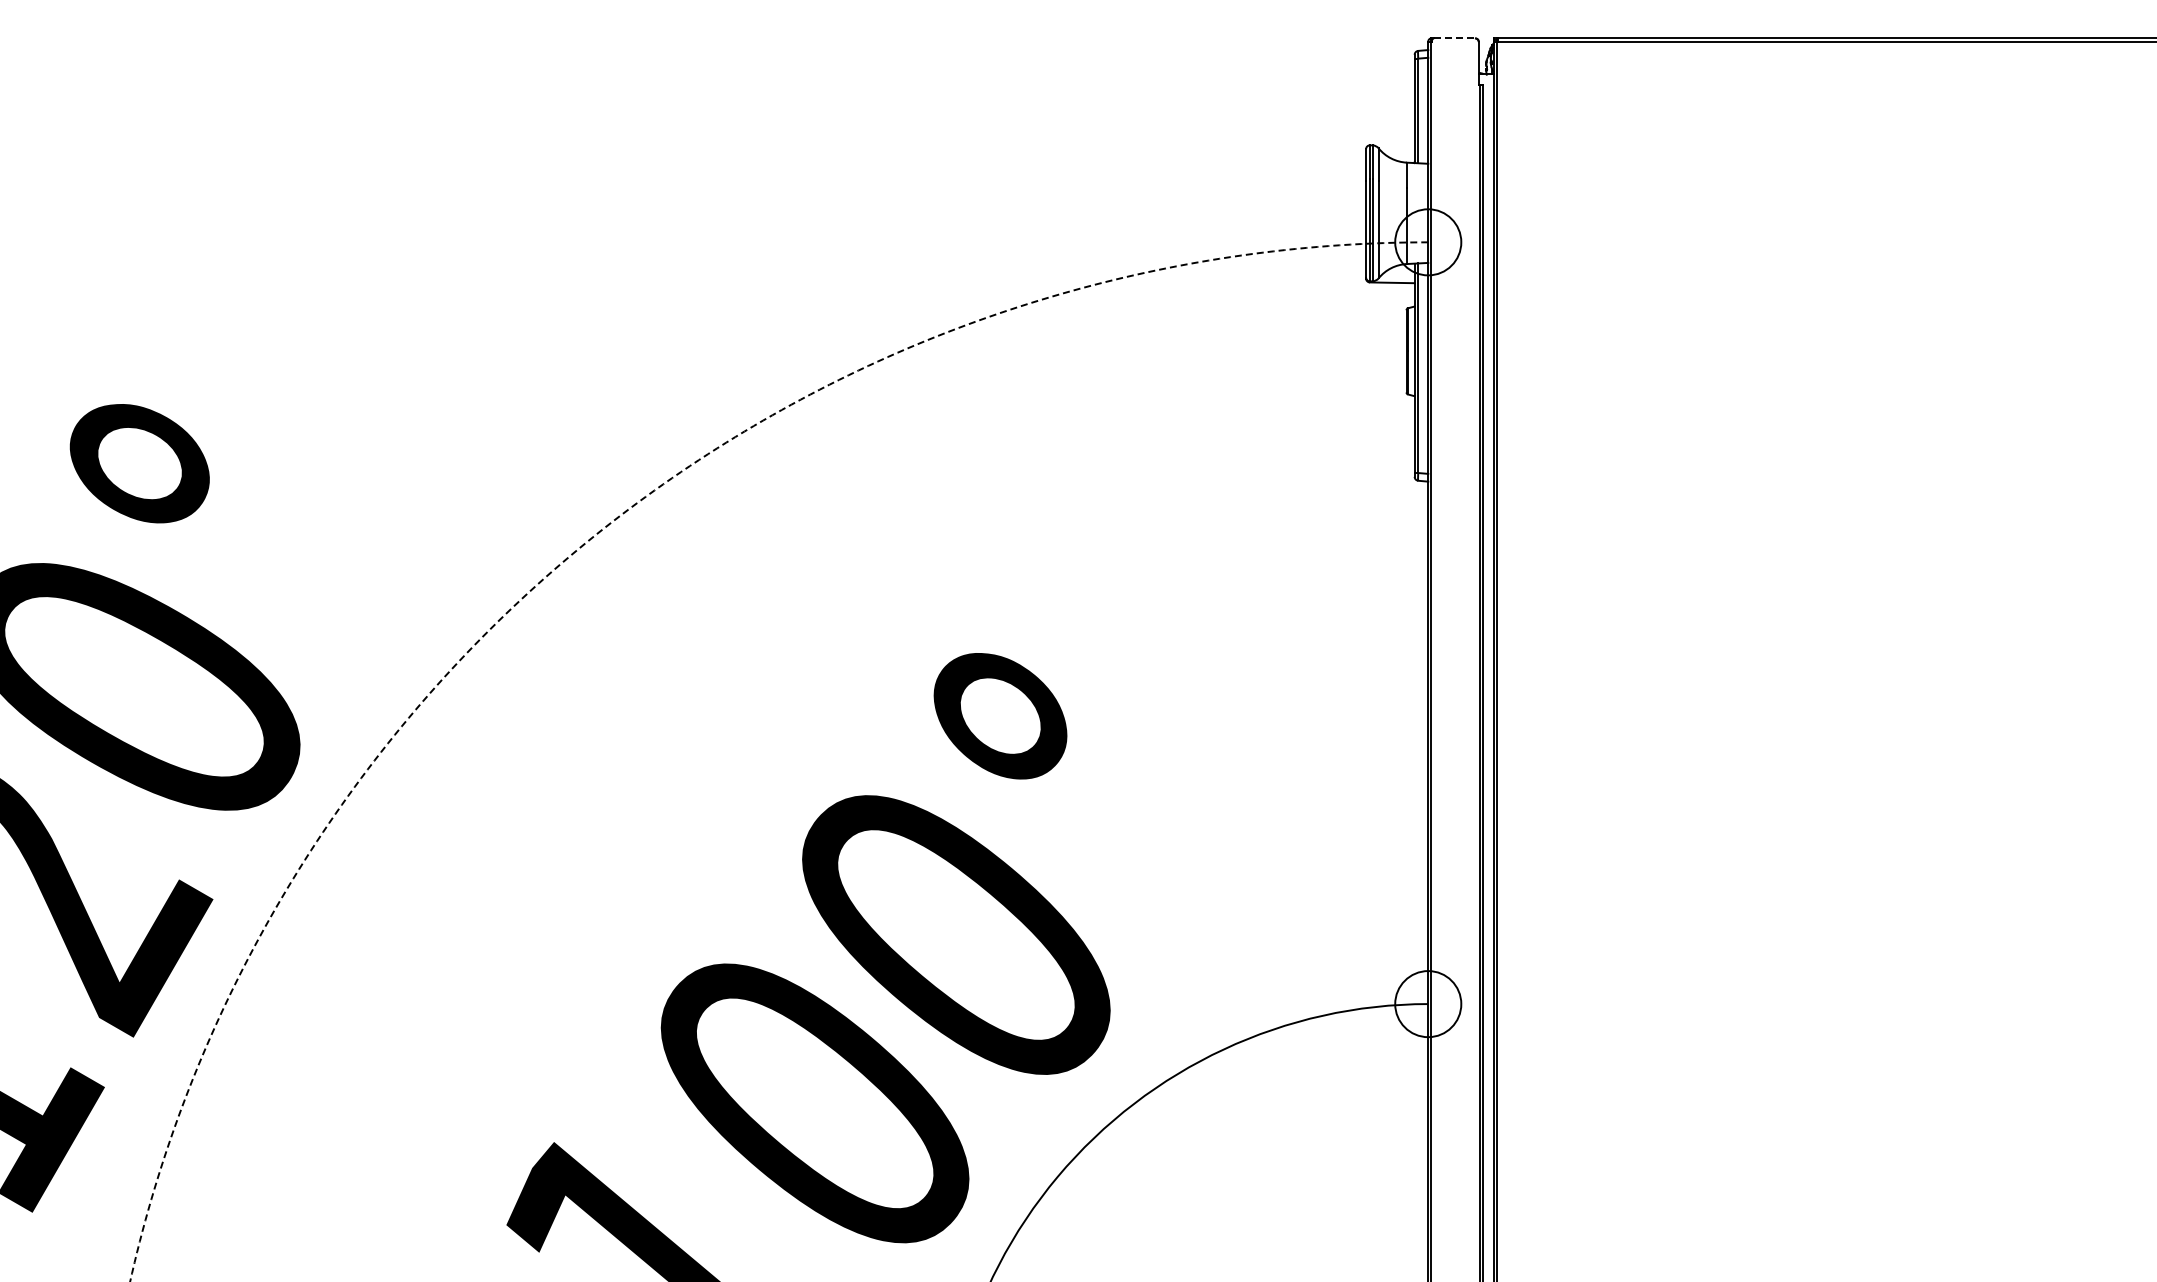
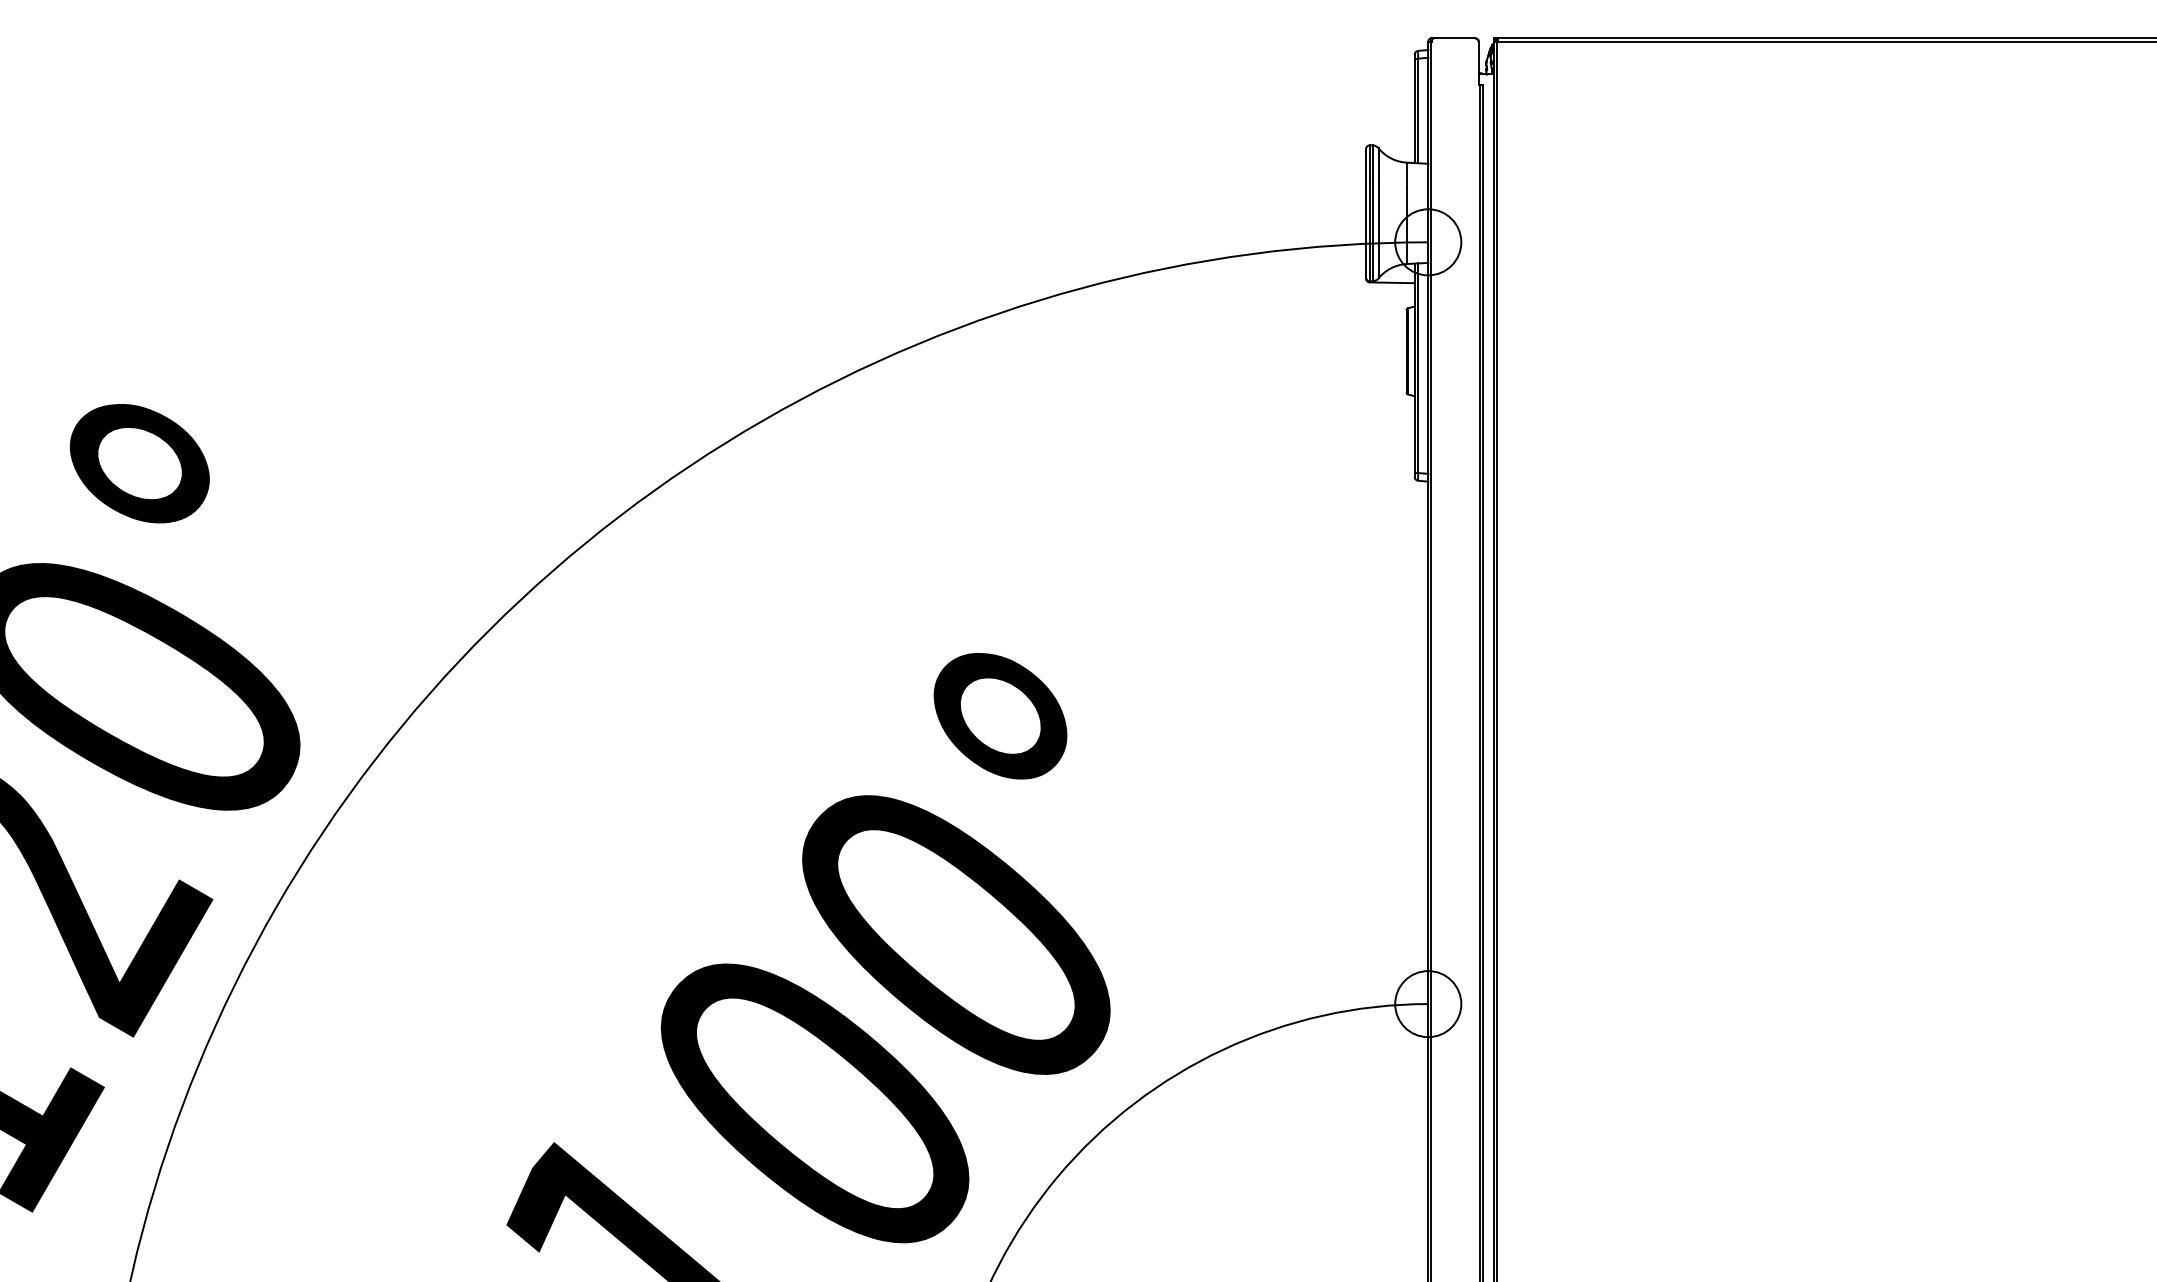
line at (1455, 38): dashed -> solid
arc at (596, 534): dashed -> solid
